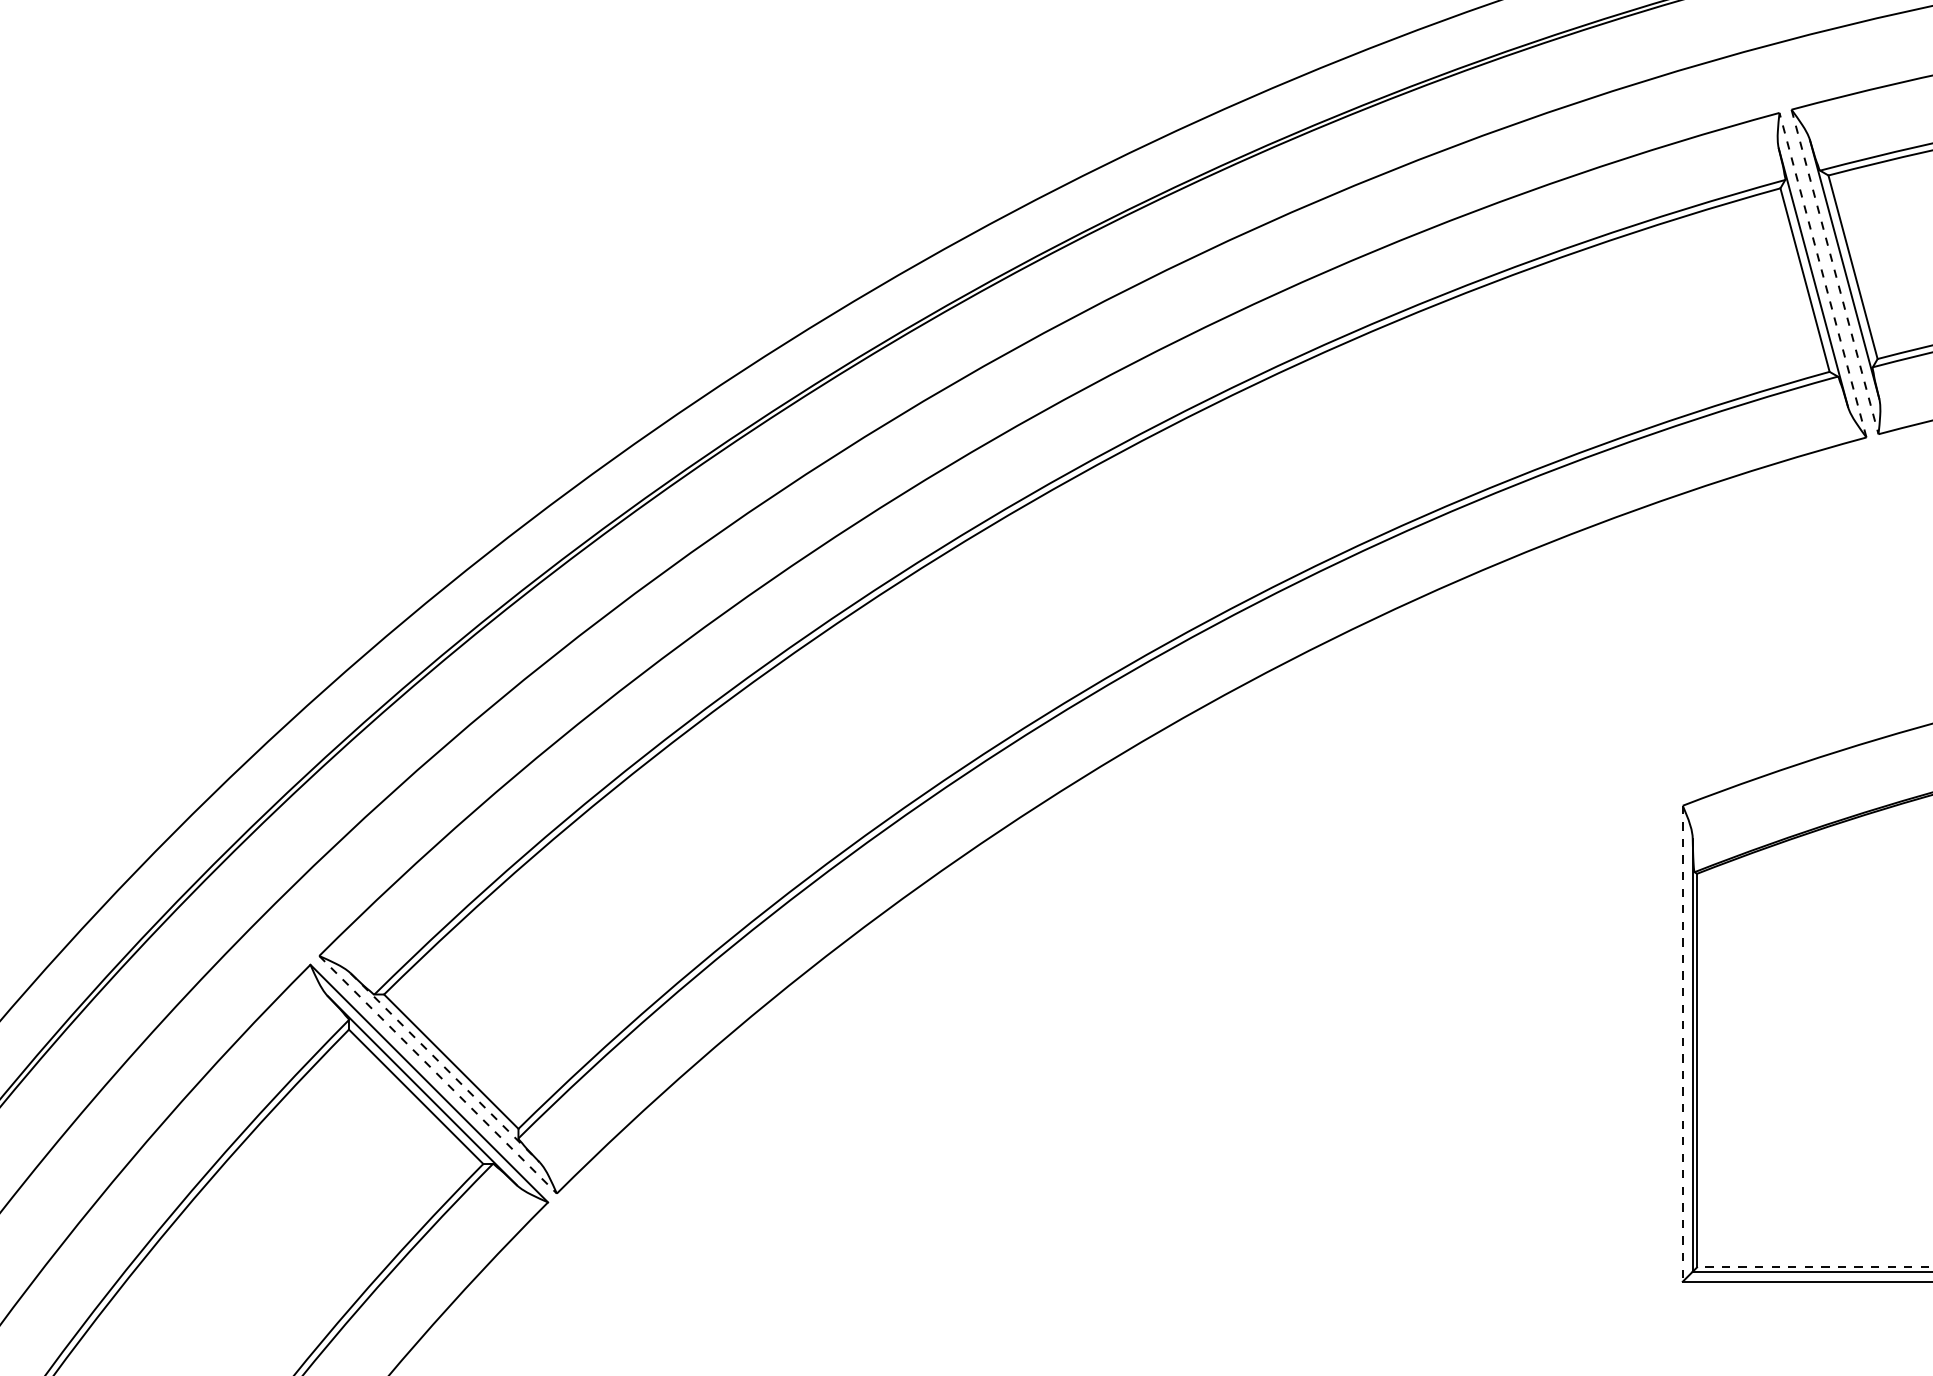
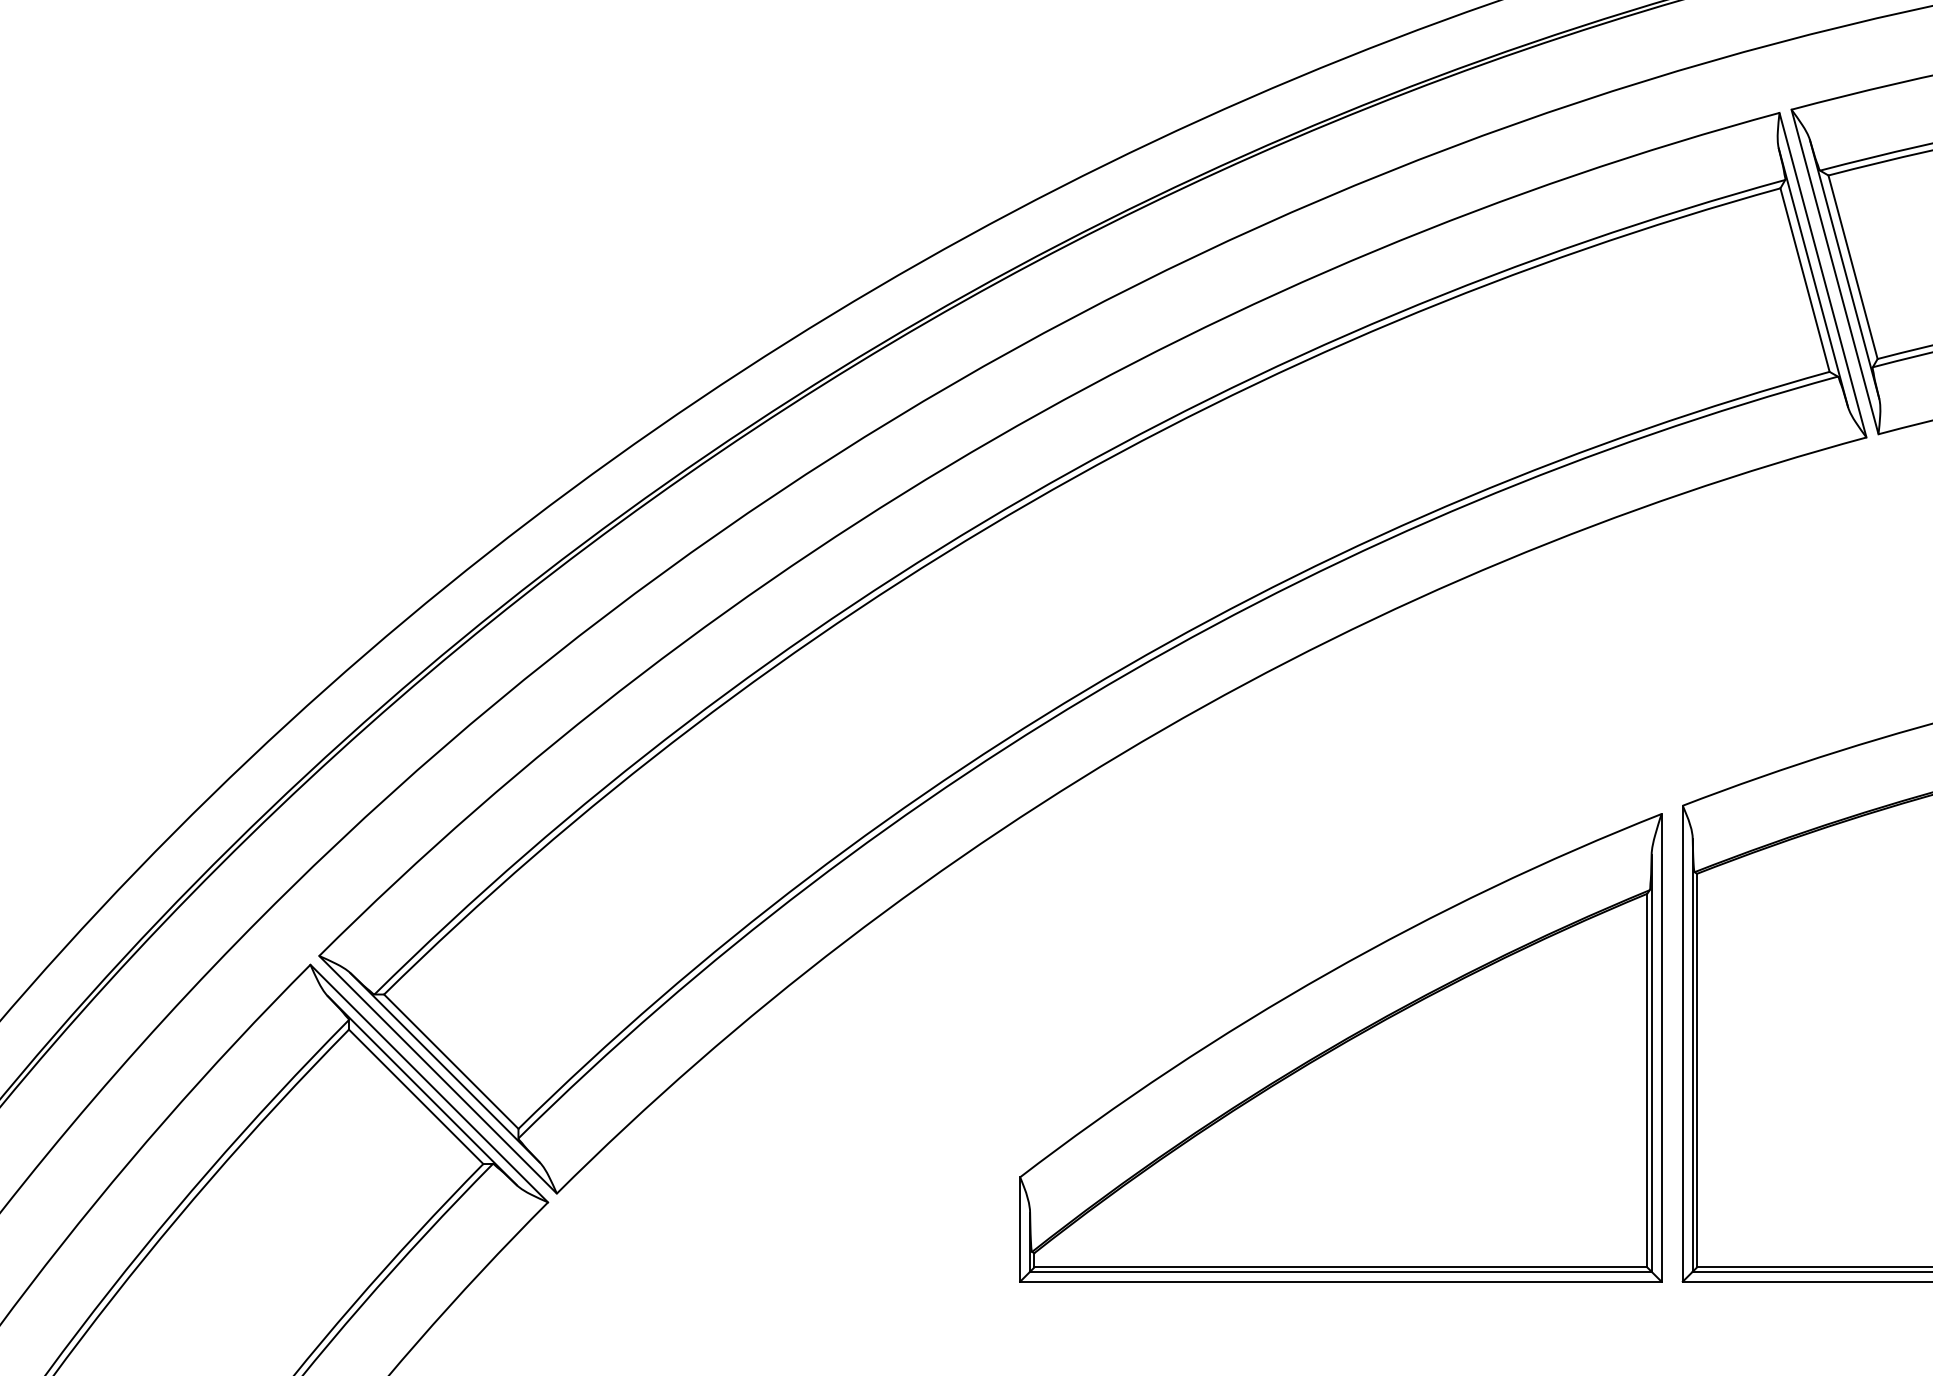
line at (1835, 272): dashed -> solid
line at (1822, 274): dashed -> solid
line at (1682, 1043): dashed -> solid
part at (1340, 1047): none -> present
line at (445, 1067): dashed -> solid
line at (438, 1075): dashed -> solid
line at (1815, 1267): dashed -> solid
